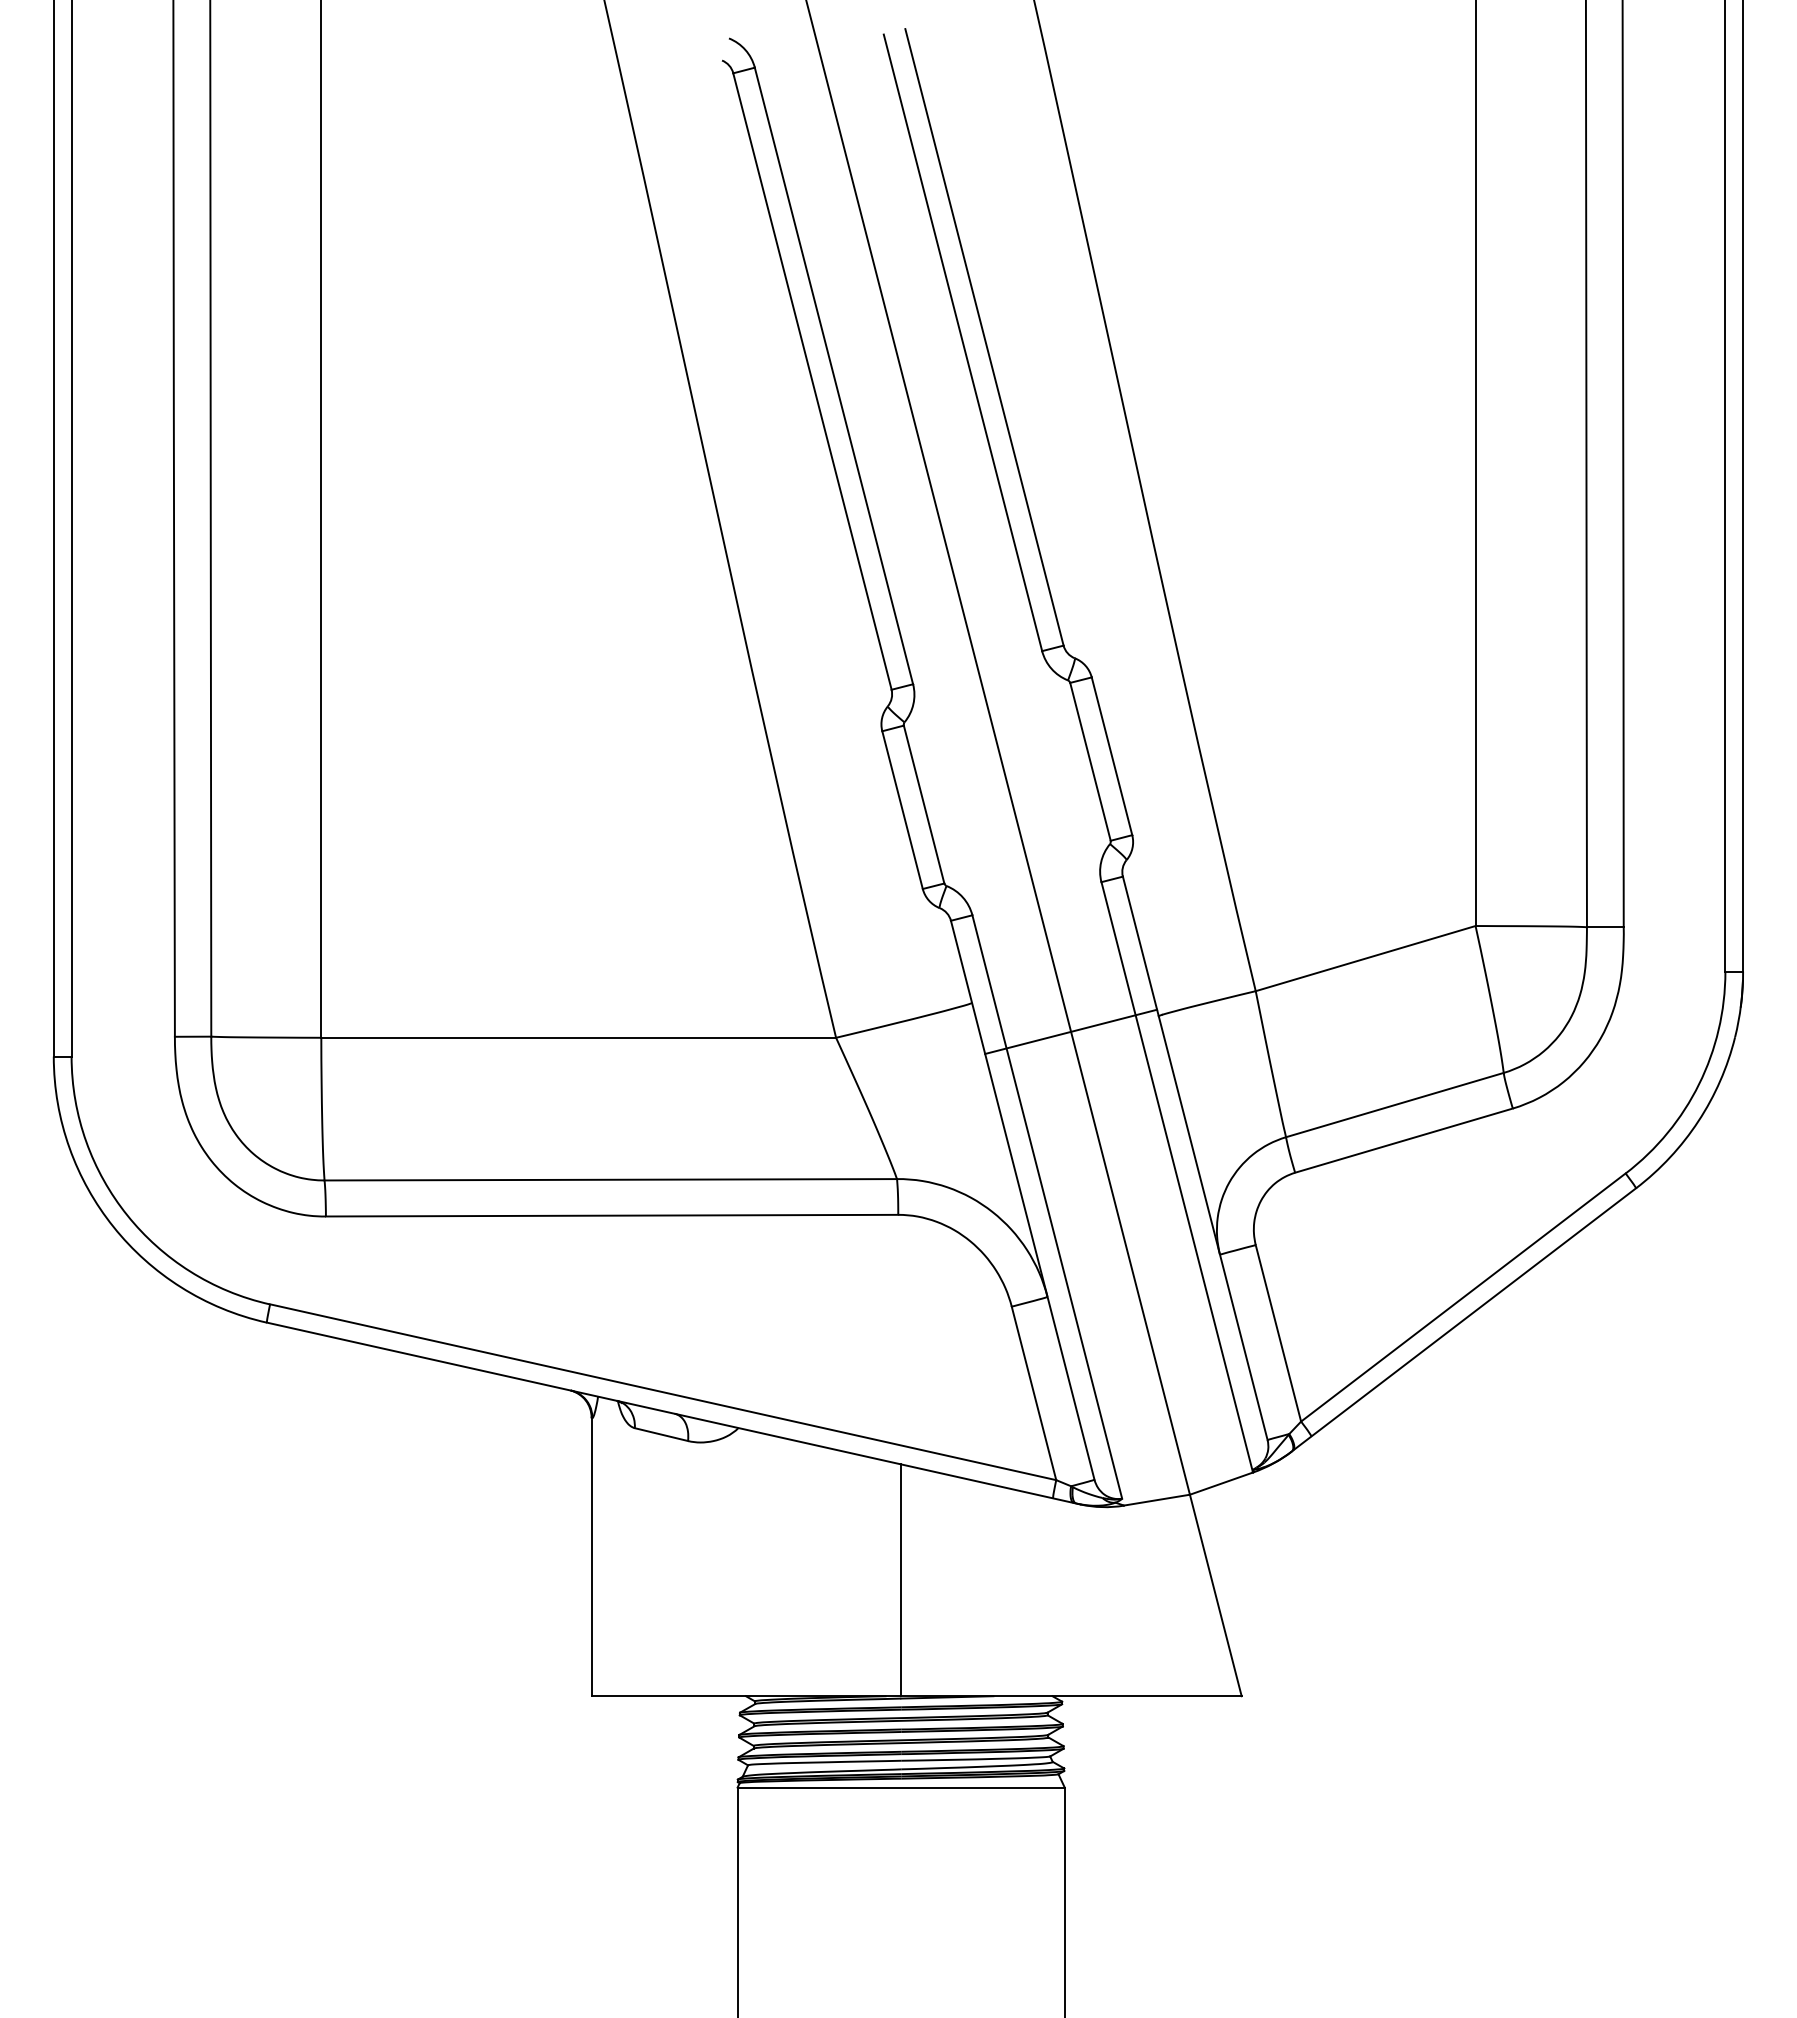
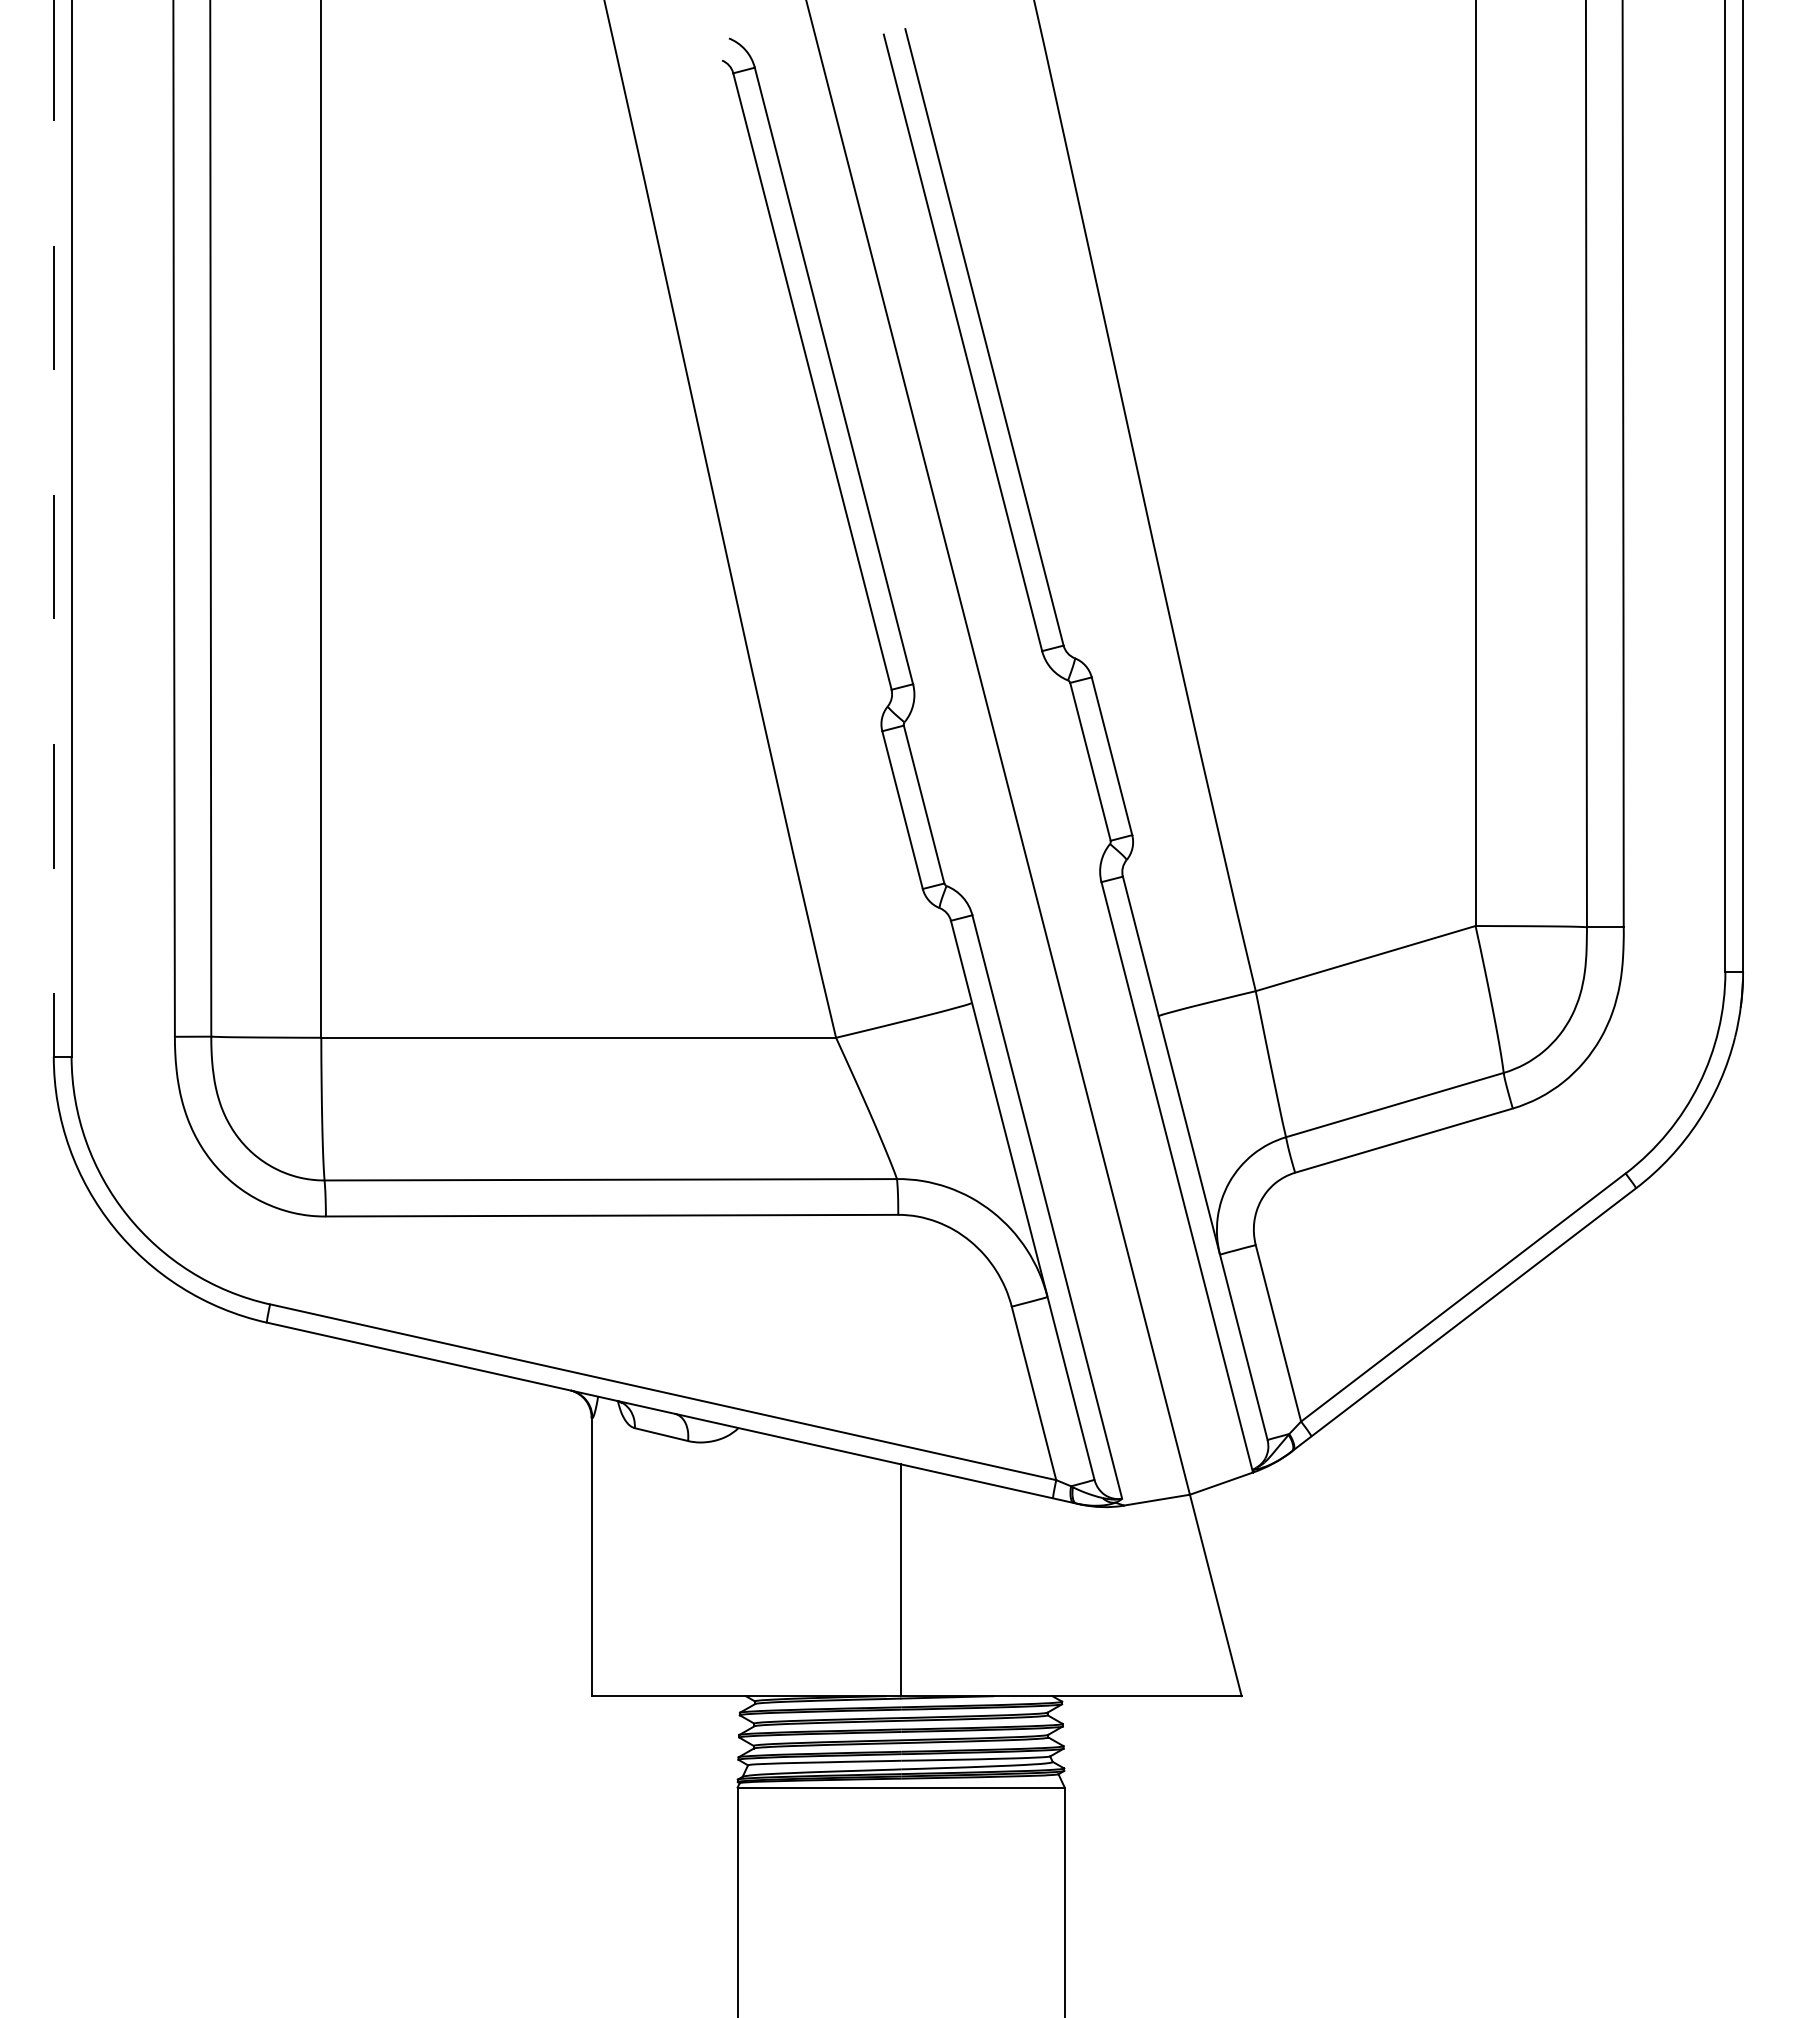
line at (53, 528): solid -> dashed
line at (1071, 1031): present -> none
